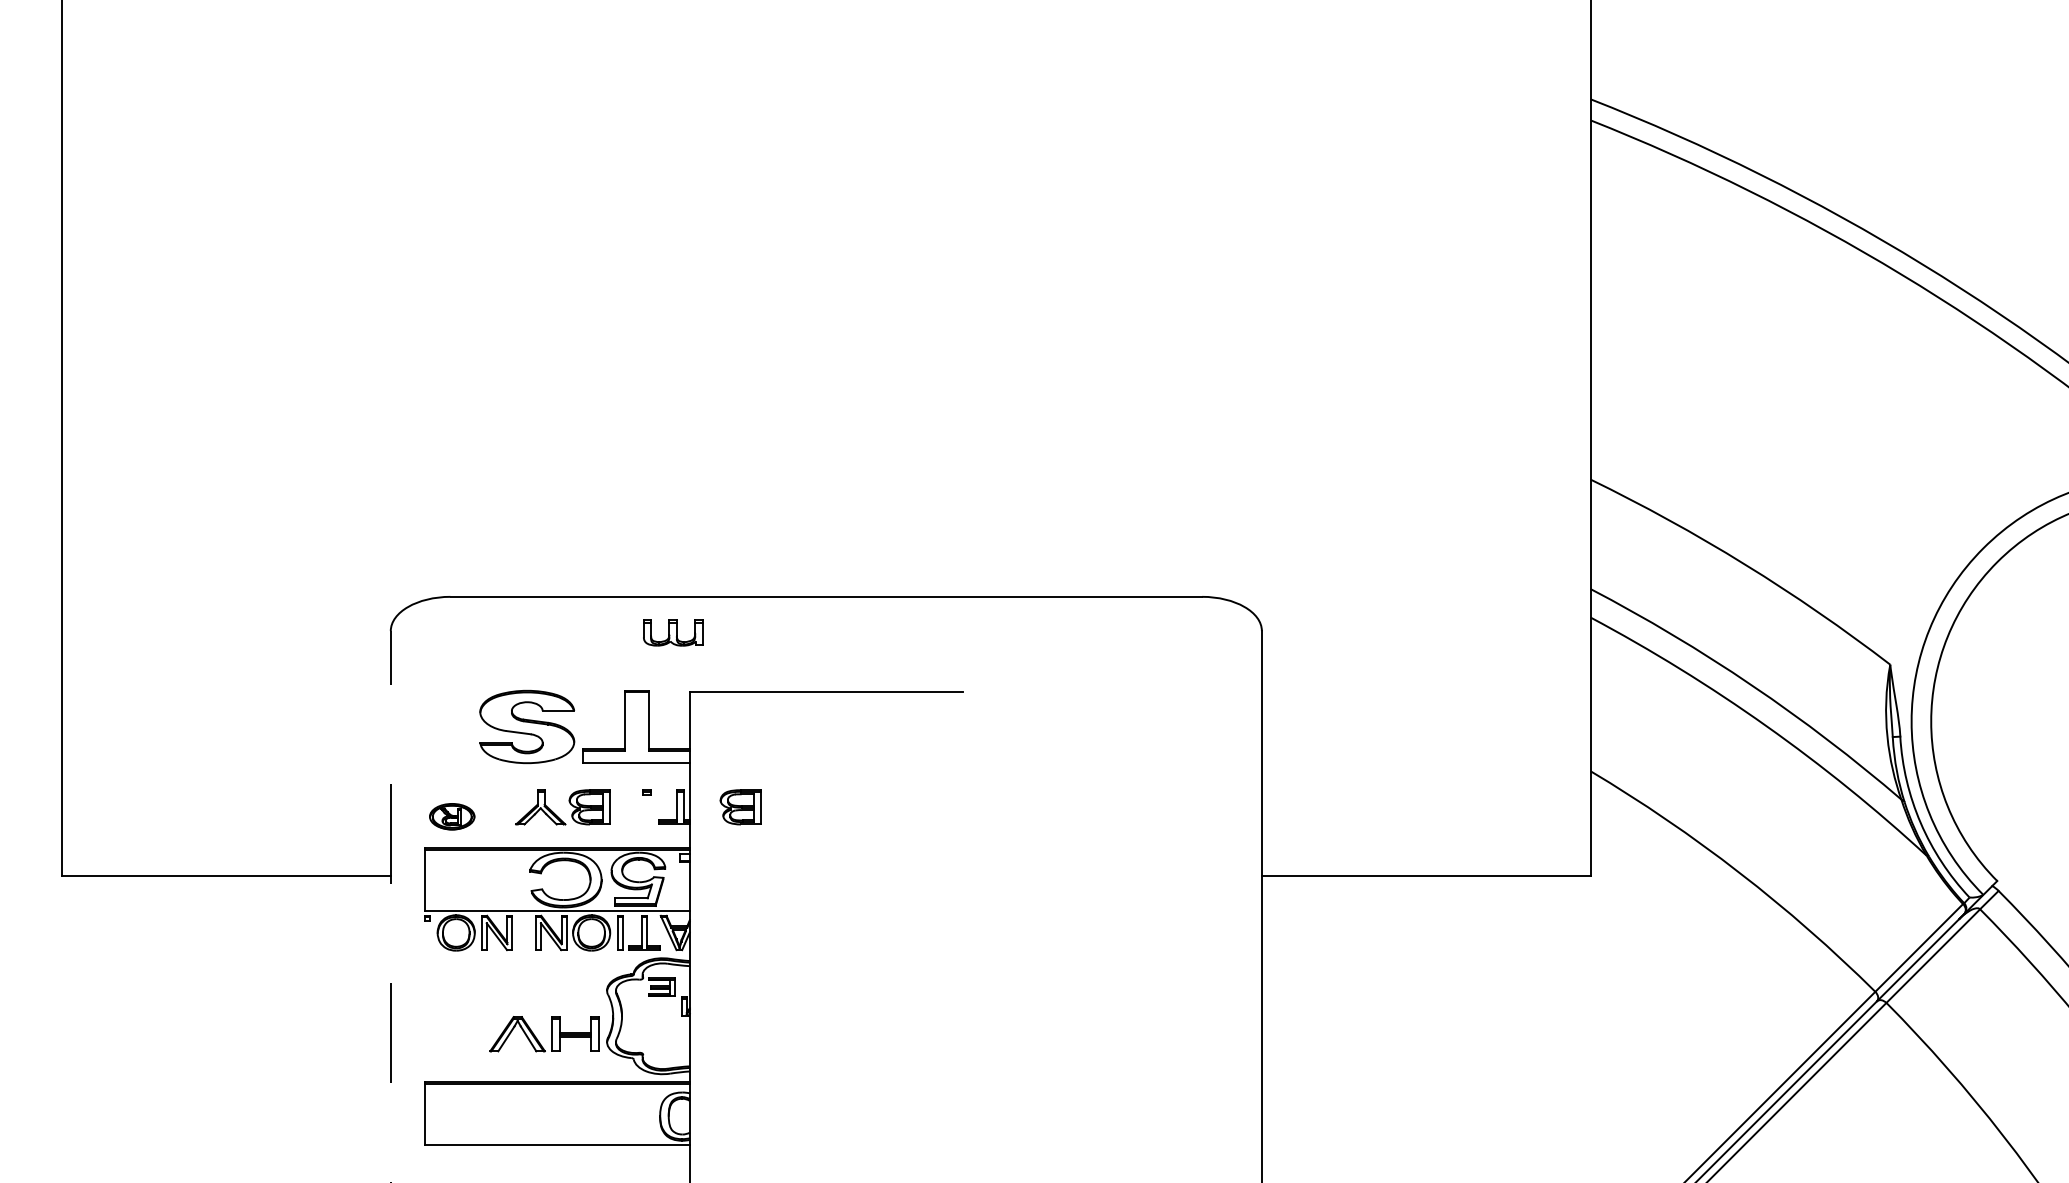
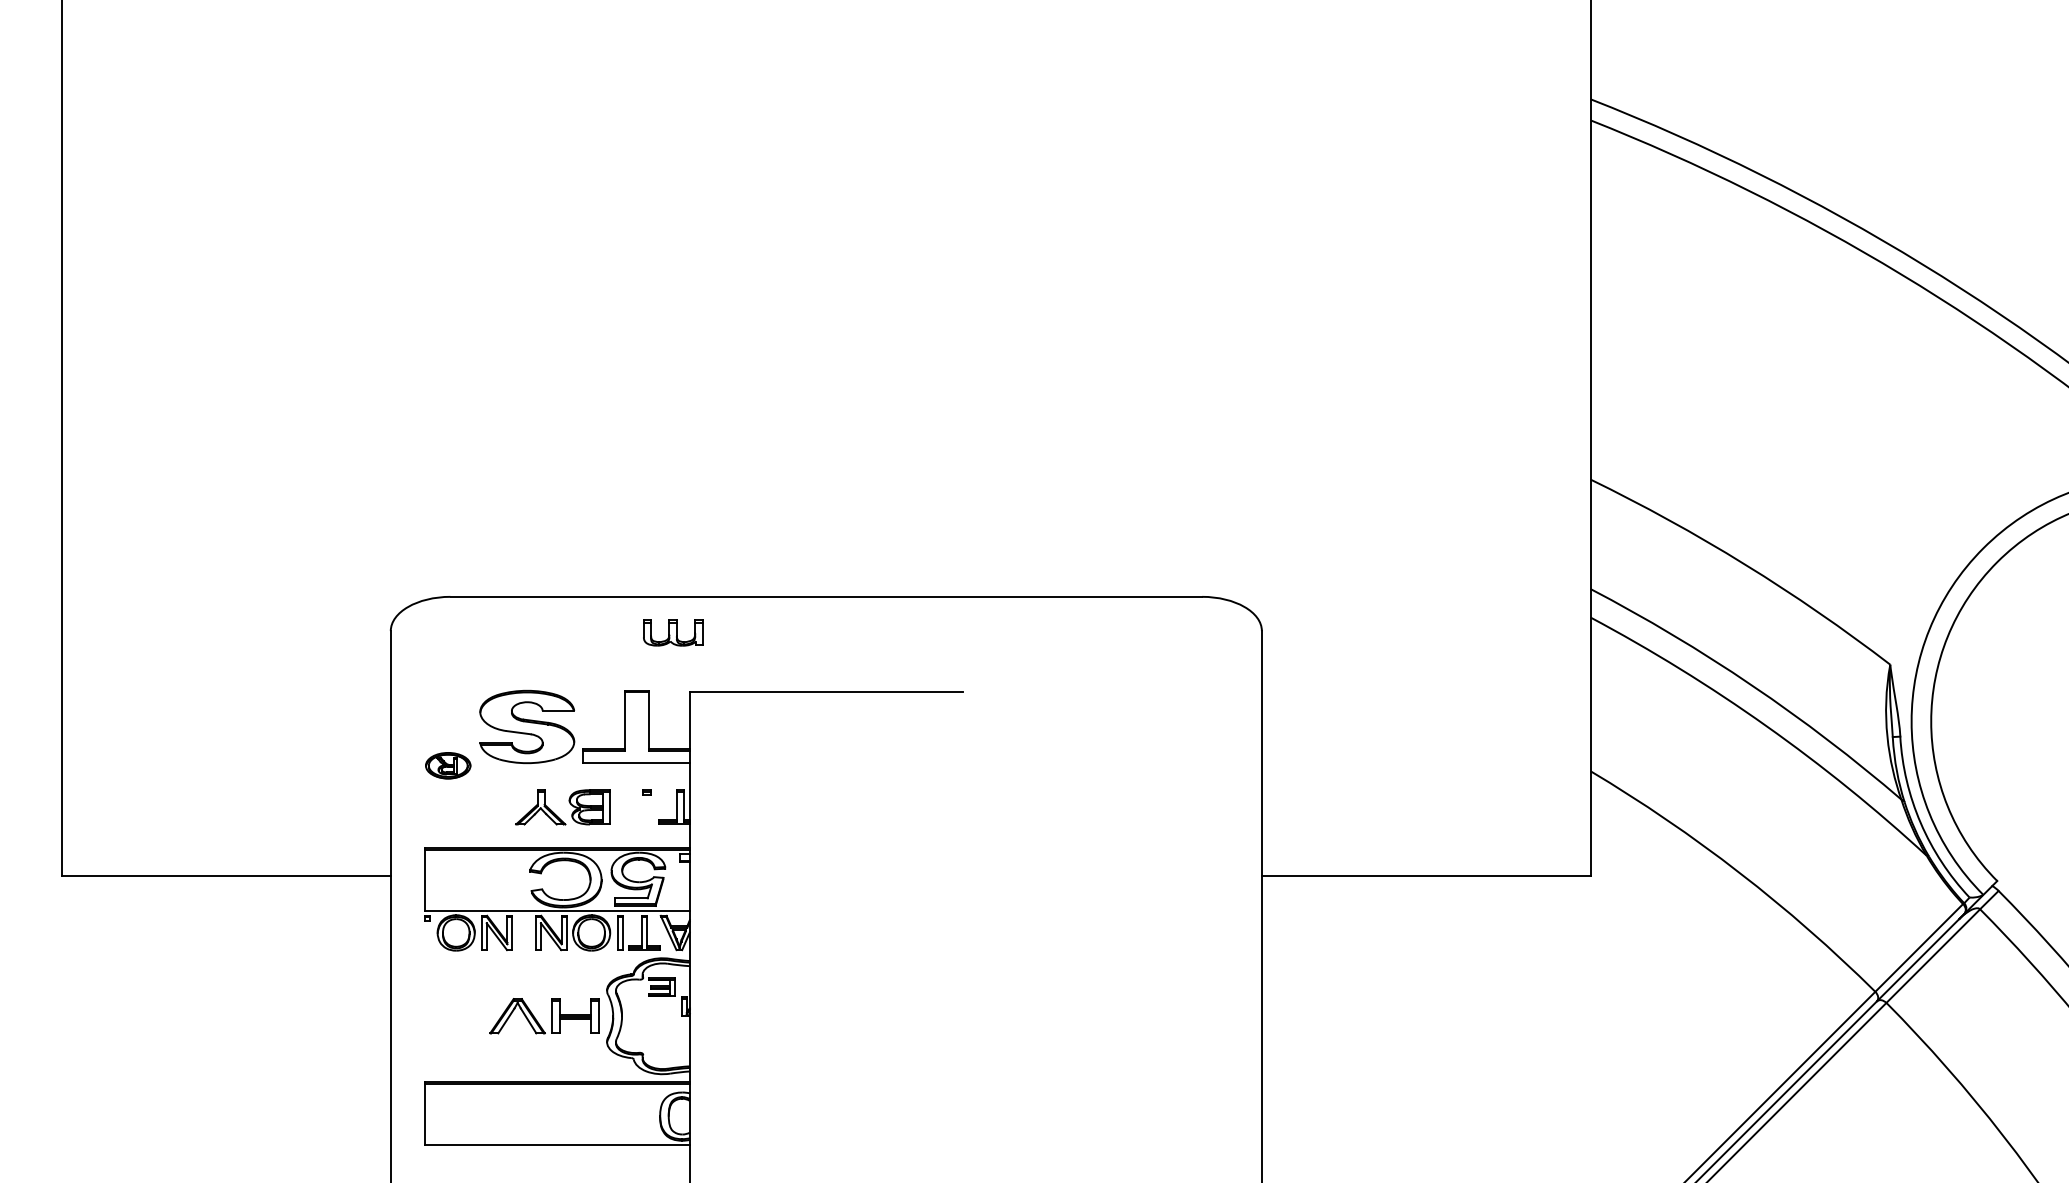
part at (740, 807): present -> none
part at (452, 816) position: (452, 816) -> (448, 765)
line at (390, 906): dashed -> solid
part at (551, 1034) position: (551, 1034) -> (551, 1016)
